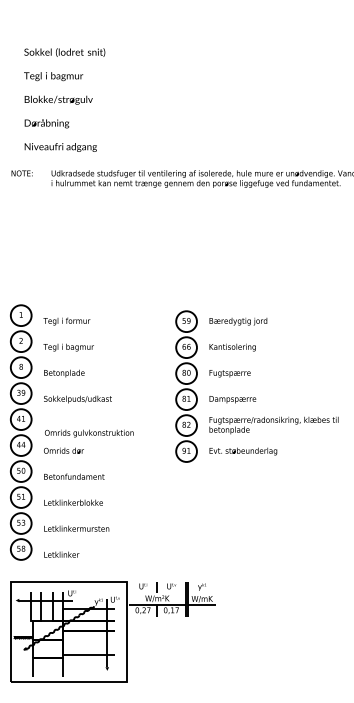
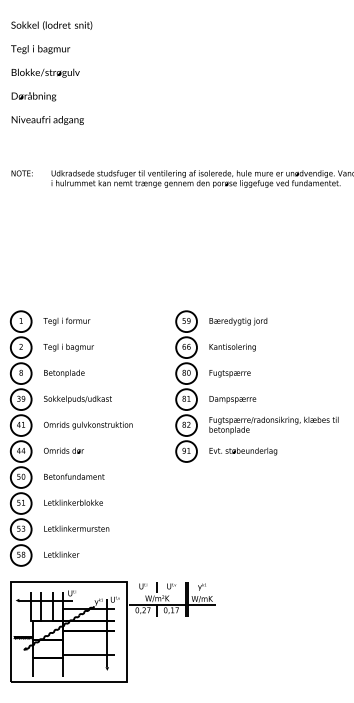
text at (64, 99) position: (64, 99) -> (51, 72)
part at (21, 432) position: (21, 432) -> (21, 438)
text at (89, 433) position: (89, 433) -> (88, 425)
